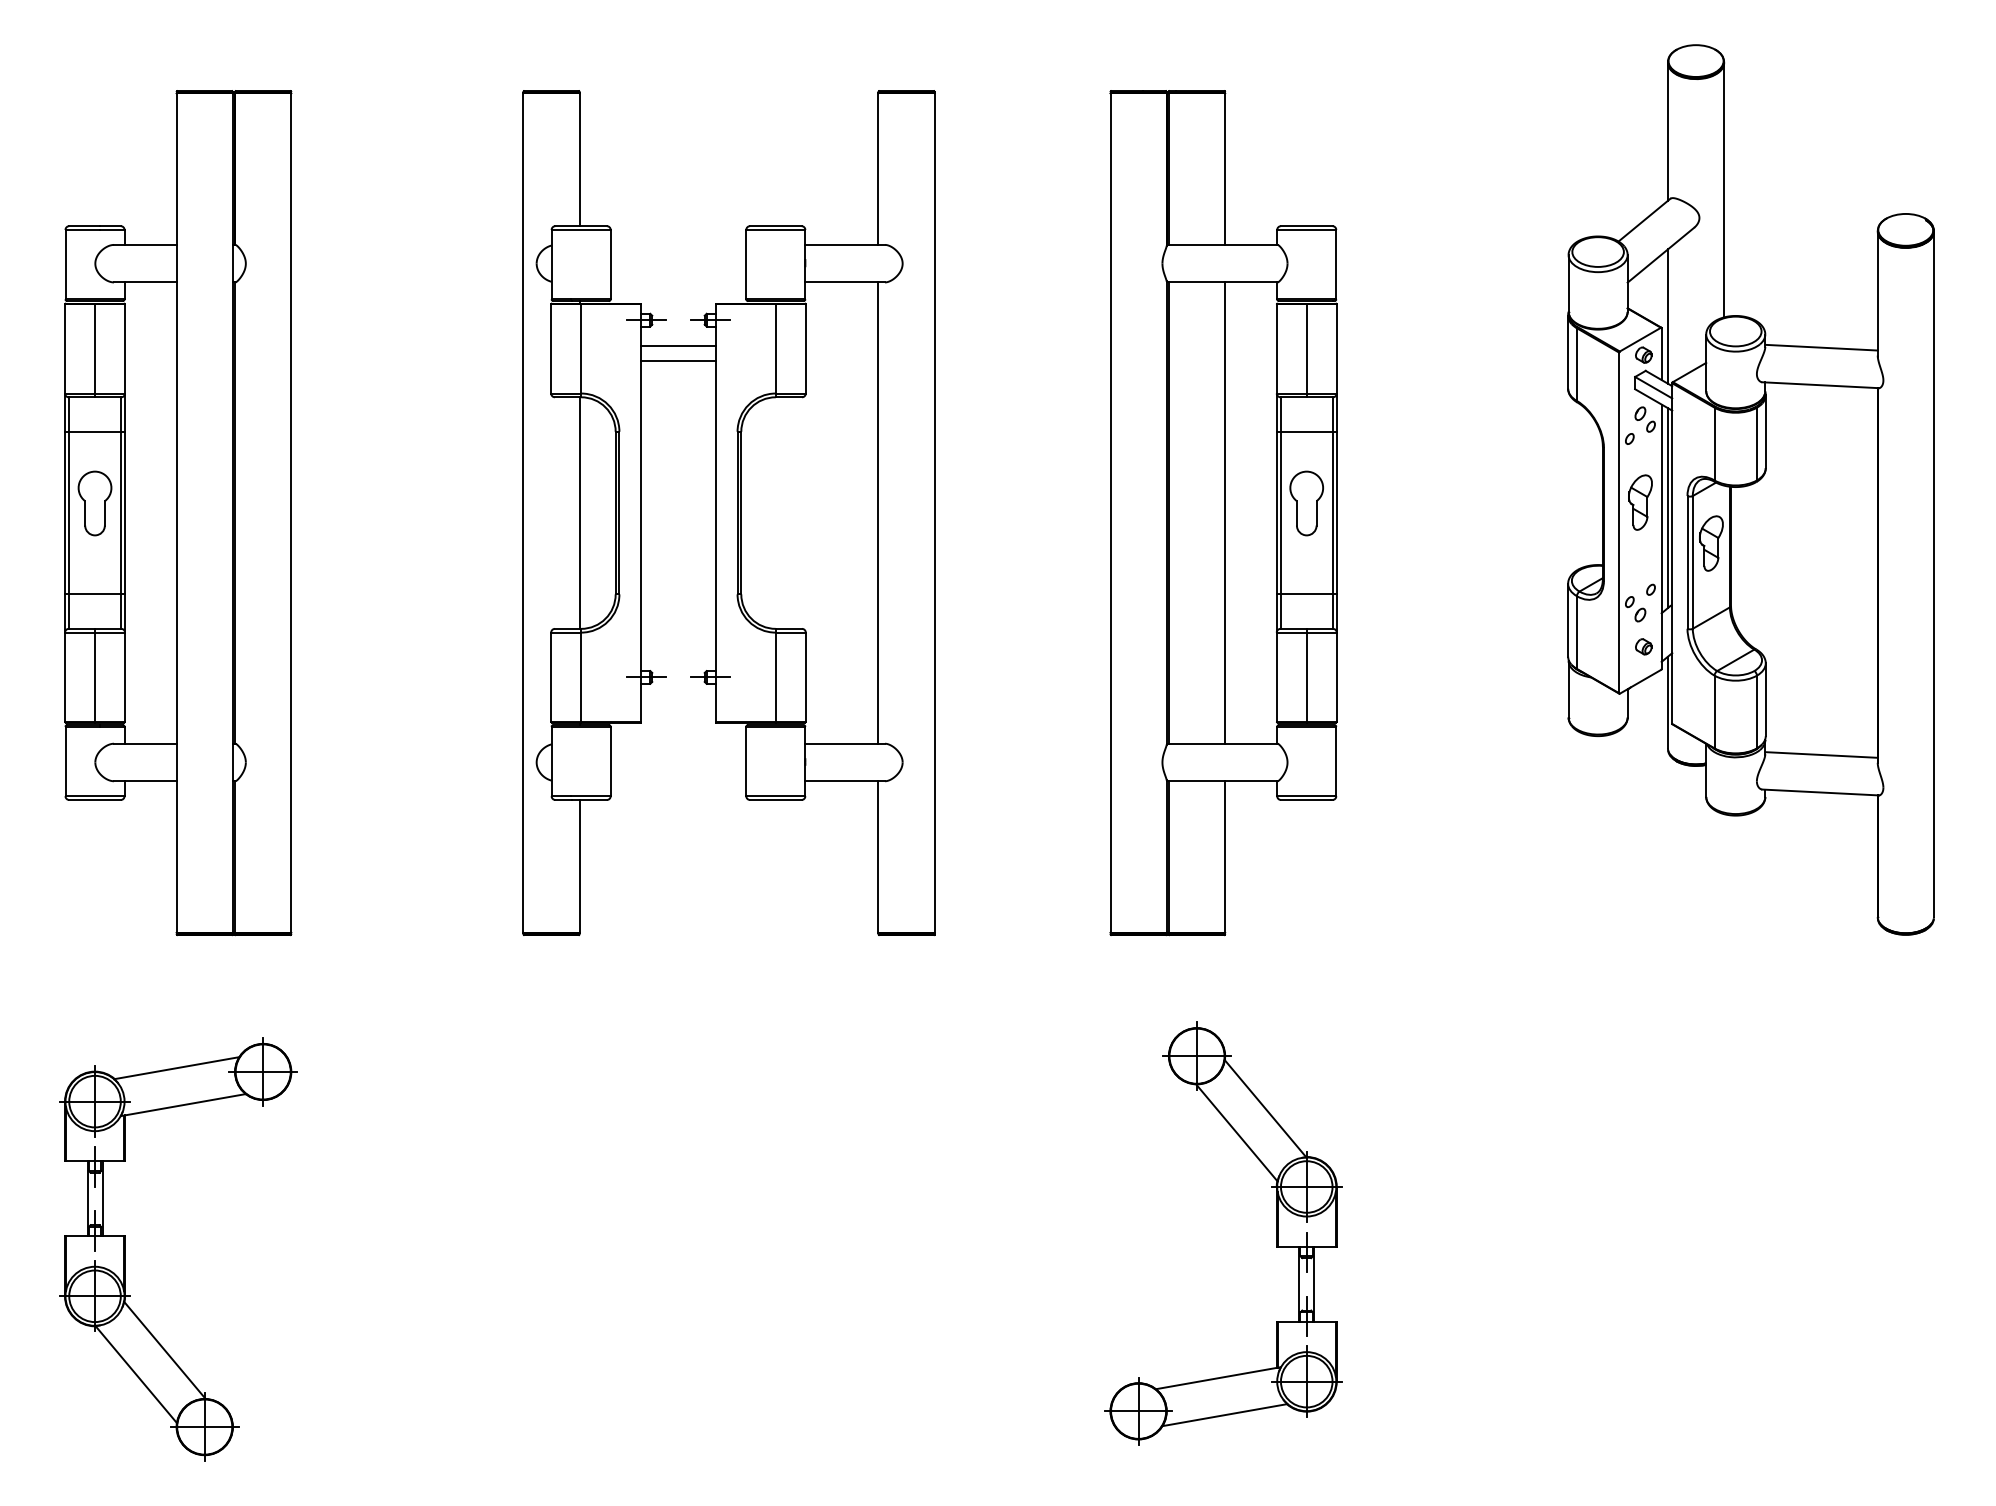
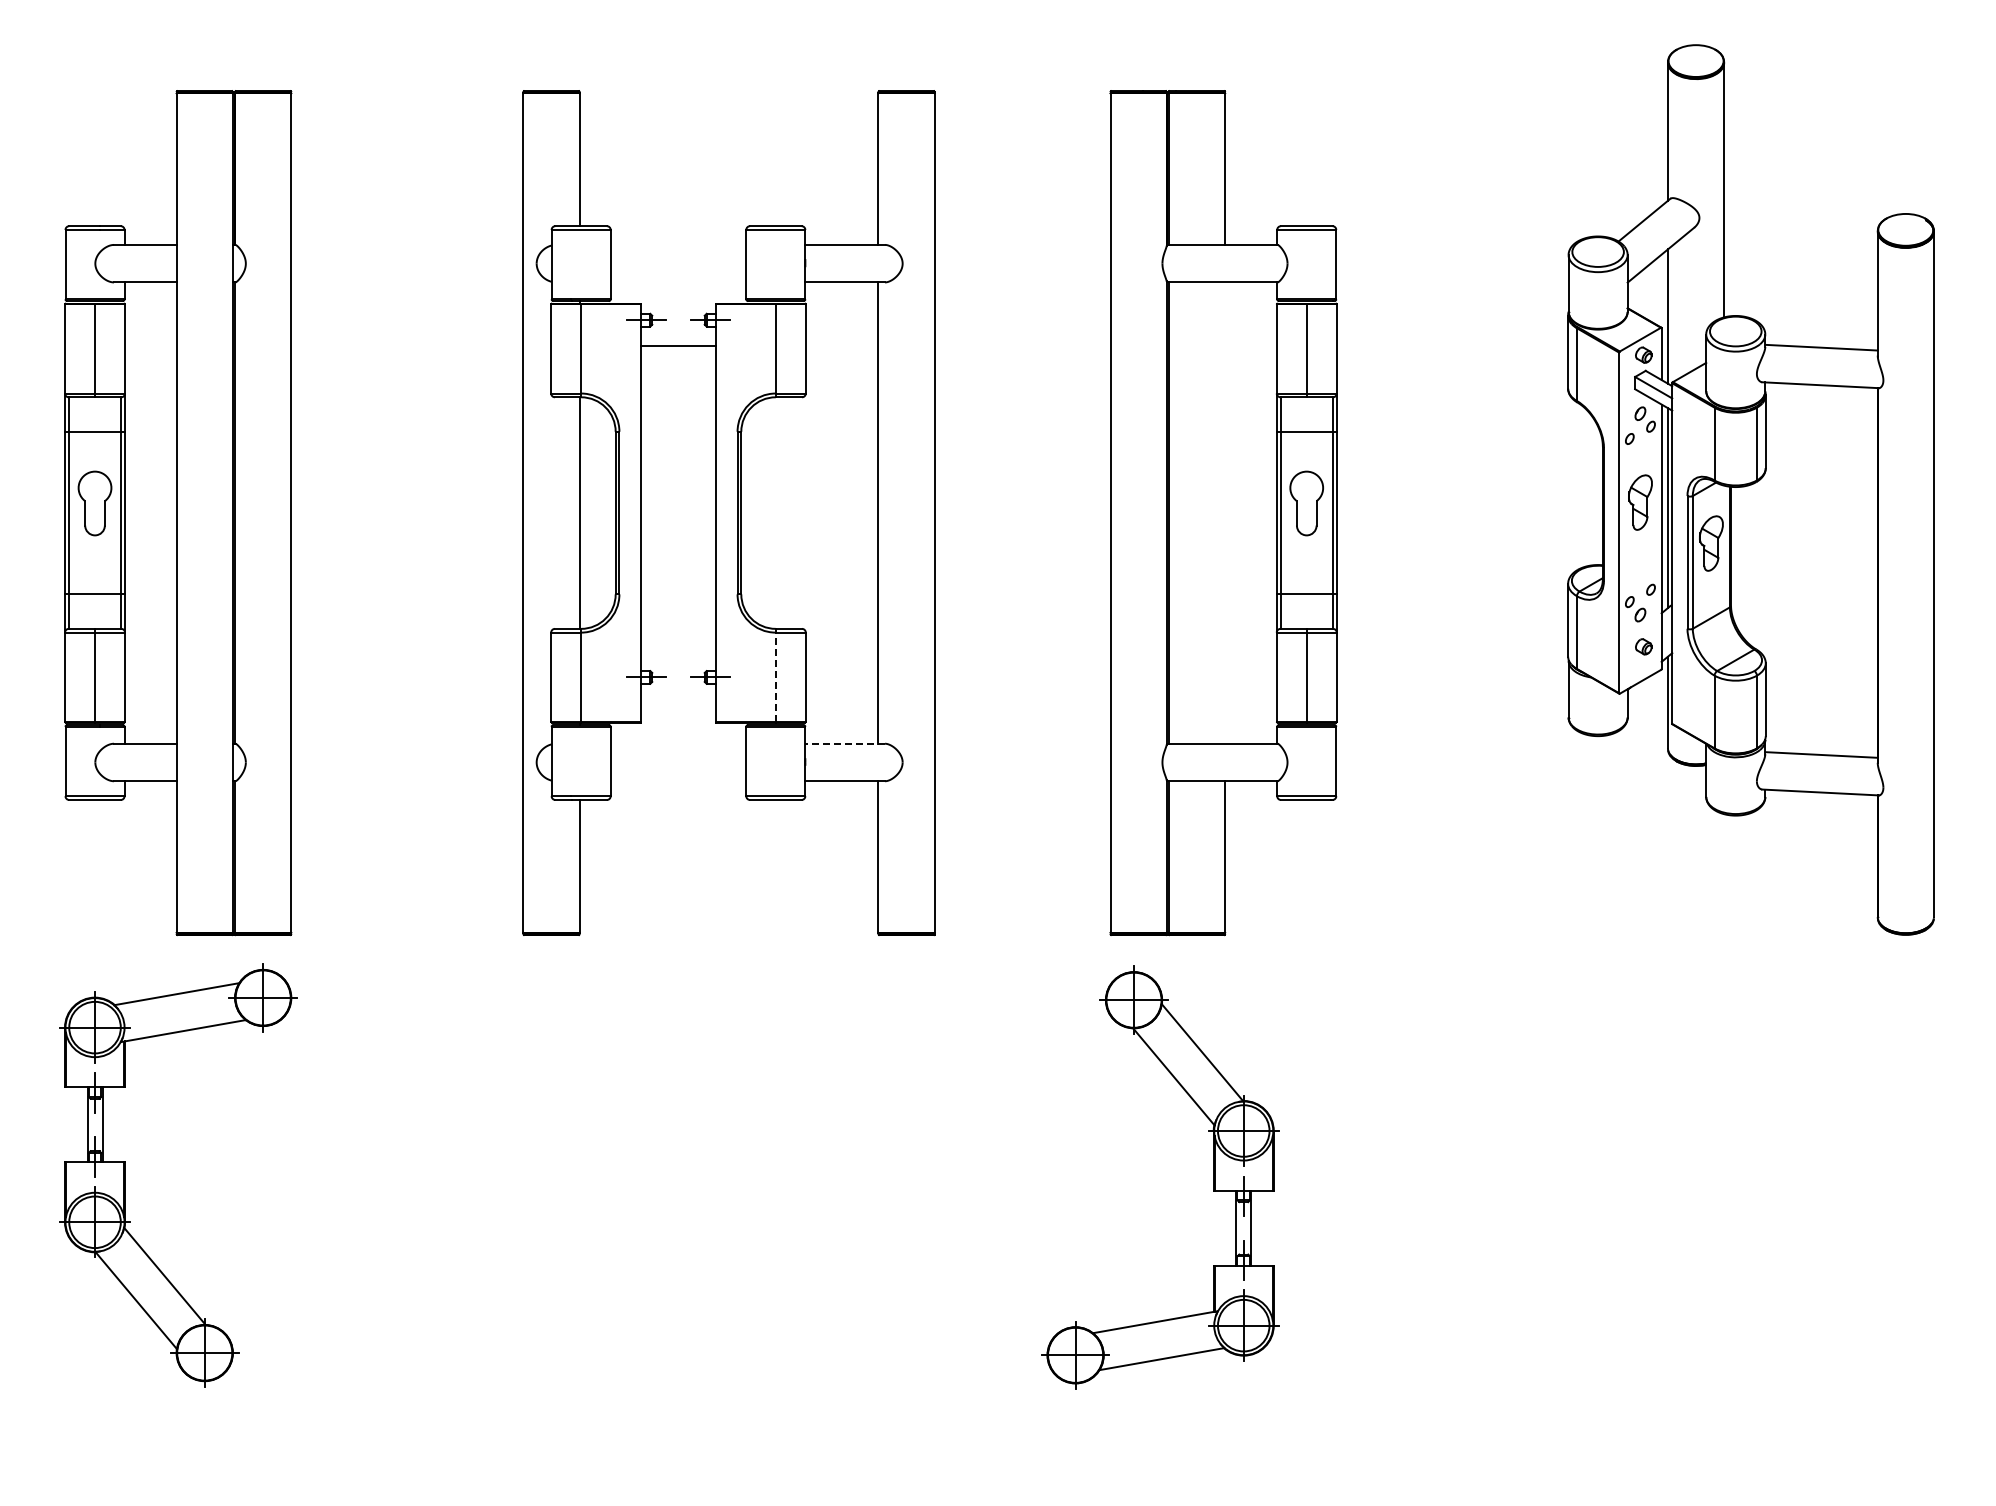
line at (678, 360): present -> none
line at (1225, 512): present -> none
line at (775, 677): solid -> dashed
line at (845, 743): solid -> dashed
part at (1276, 1233) position: (1276, 1233) -> (1213, 1177)
part at (125, 1249) position: (125, 1249) -> (125, 1175)
